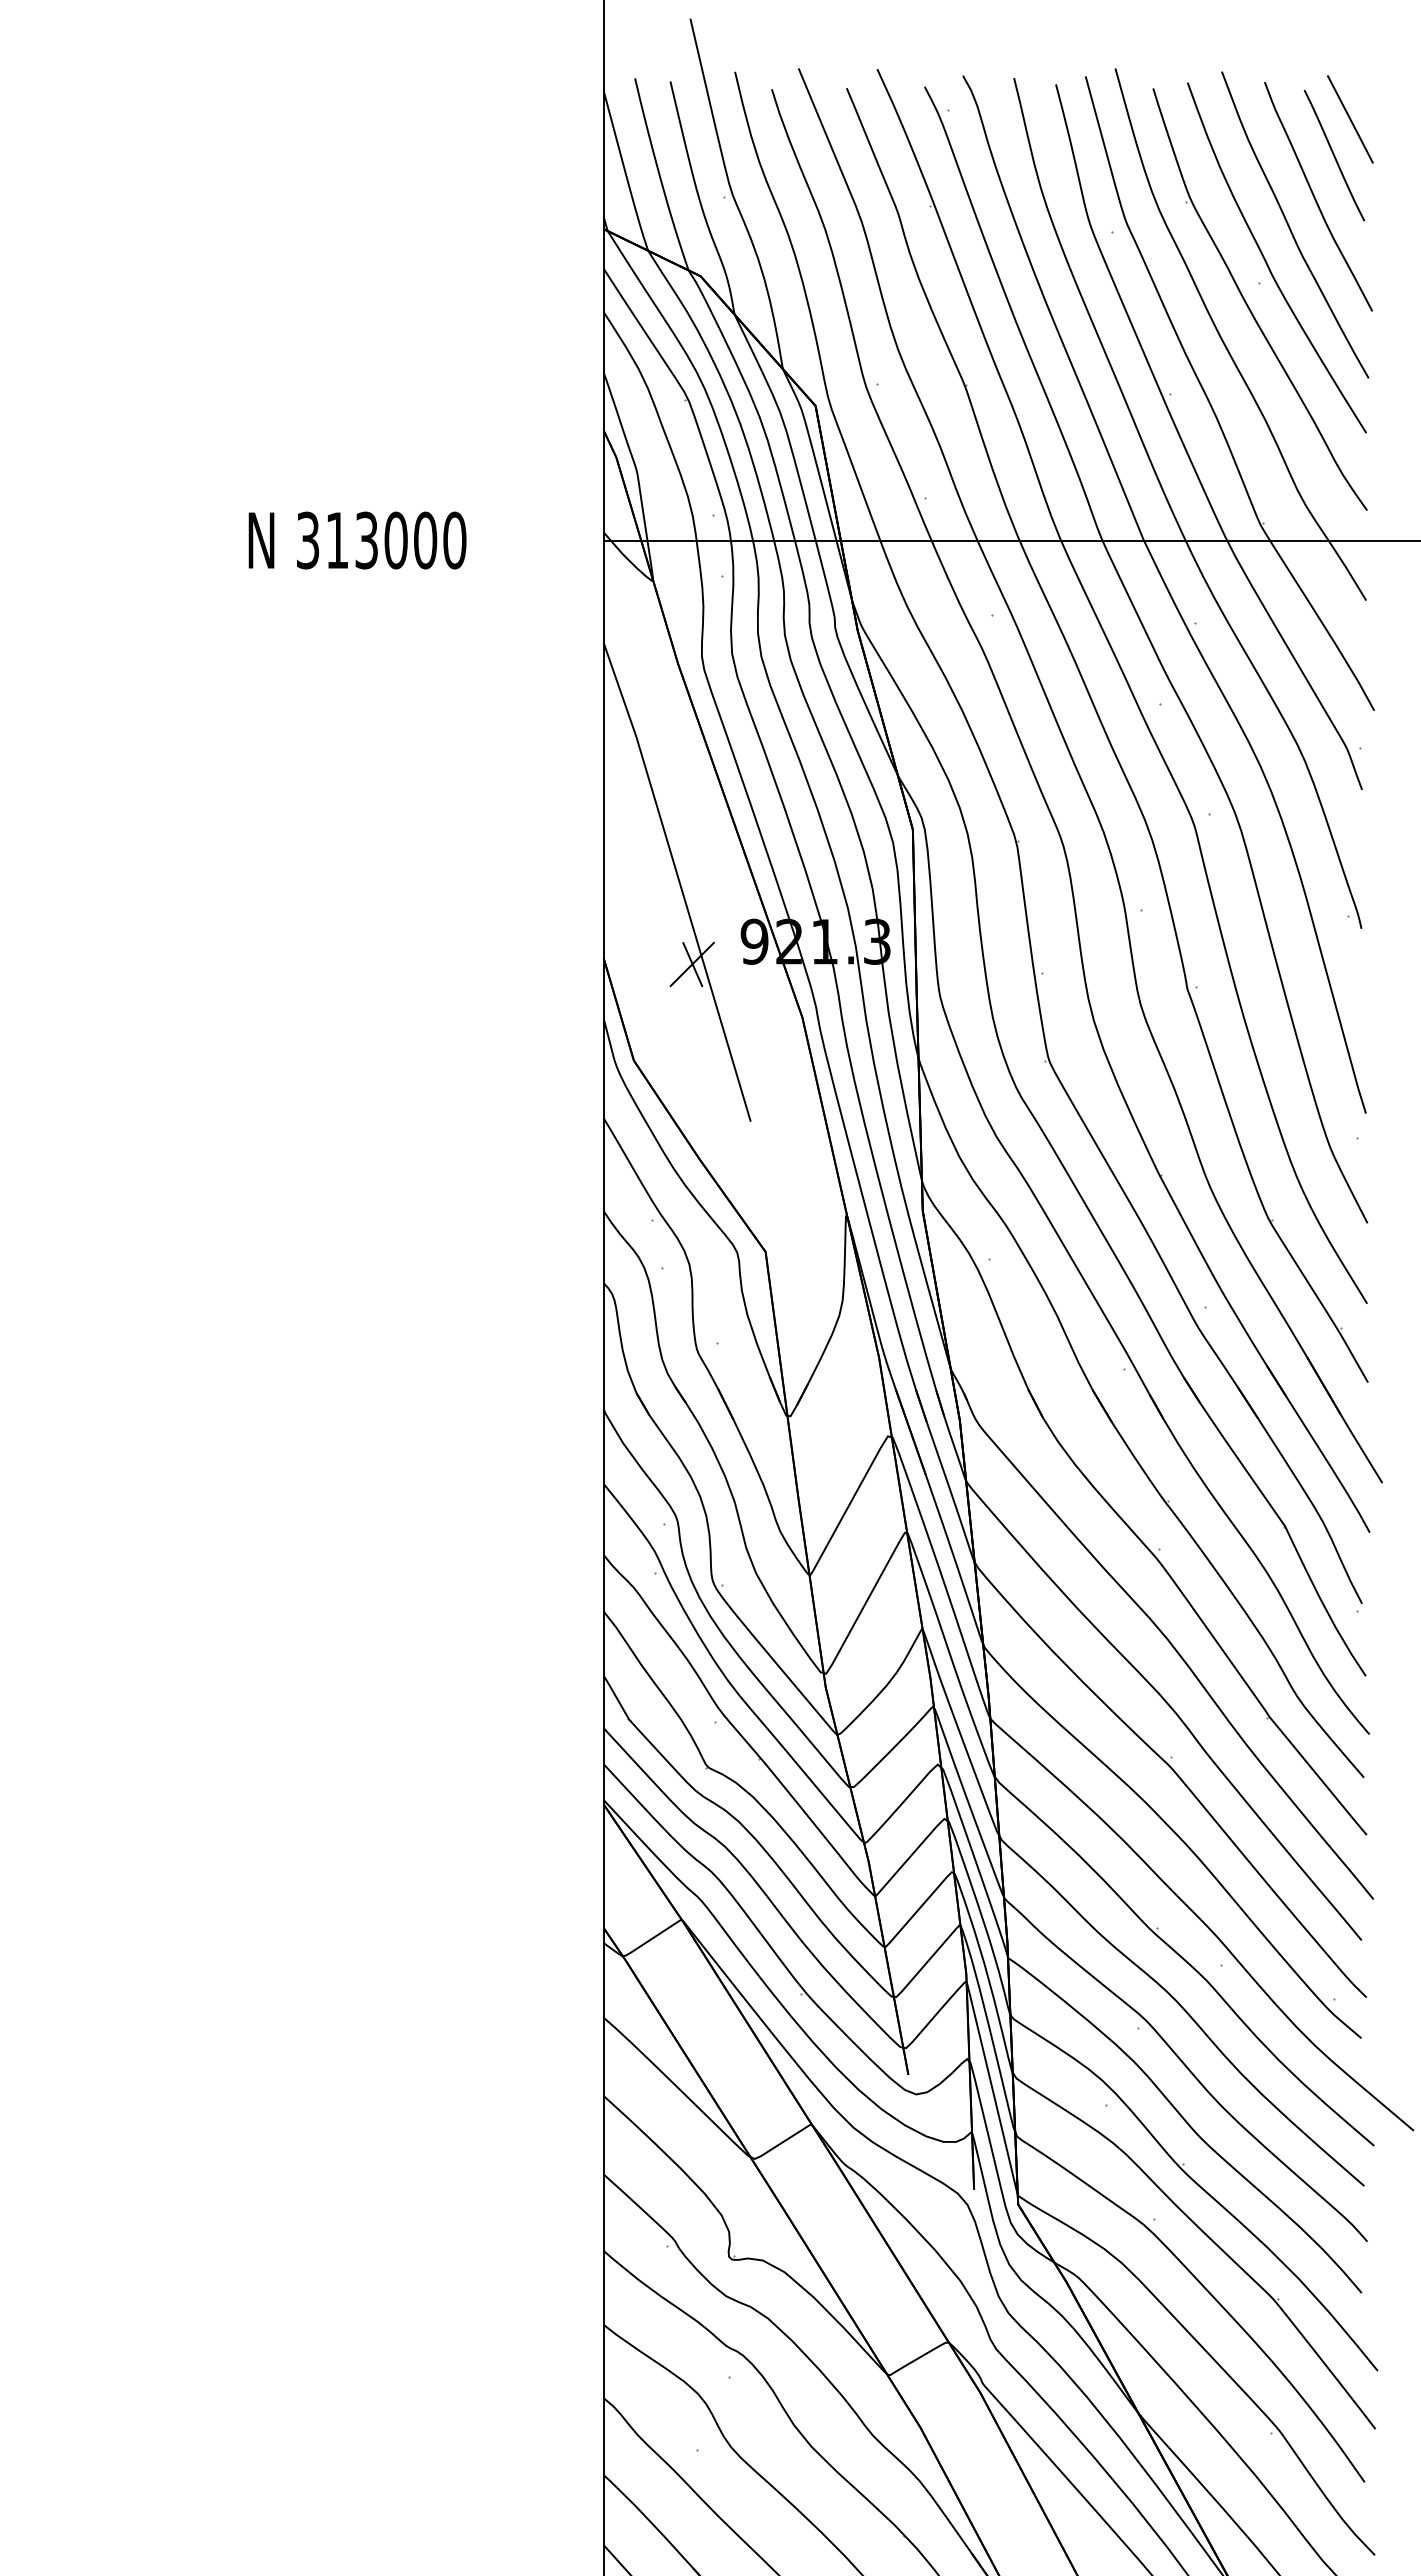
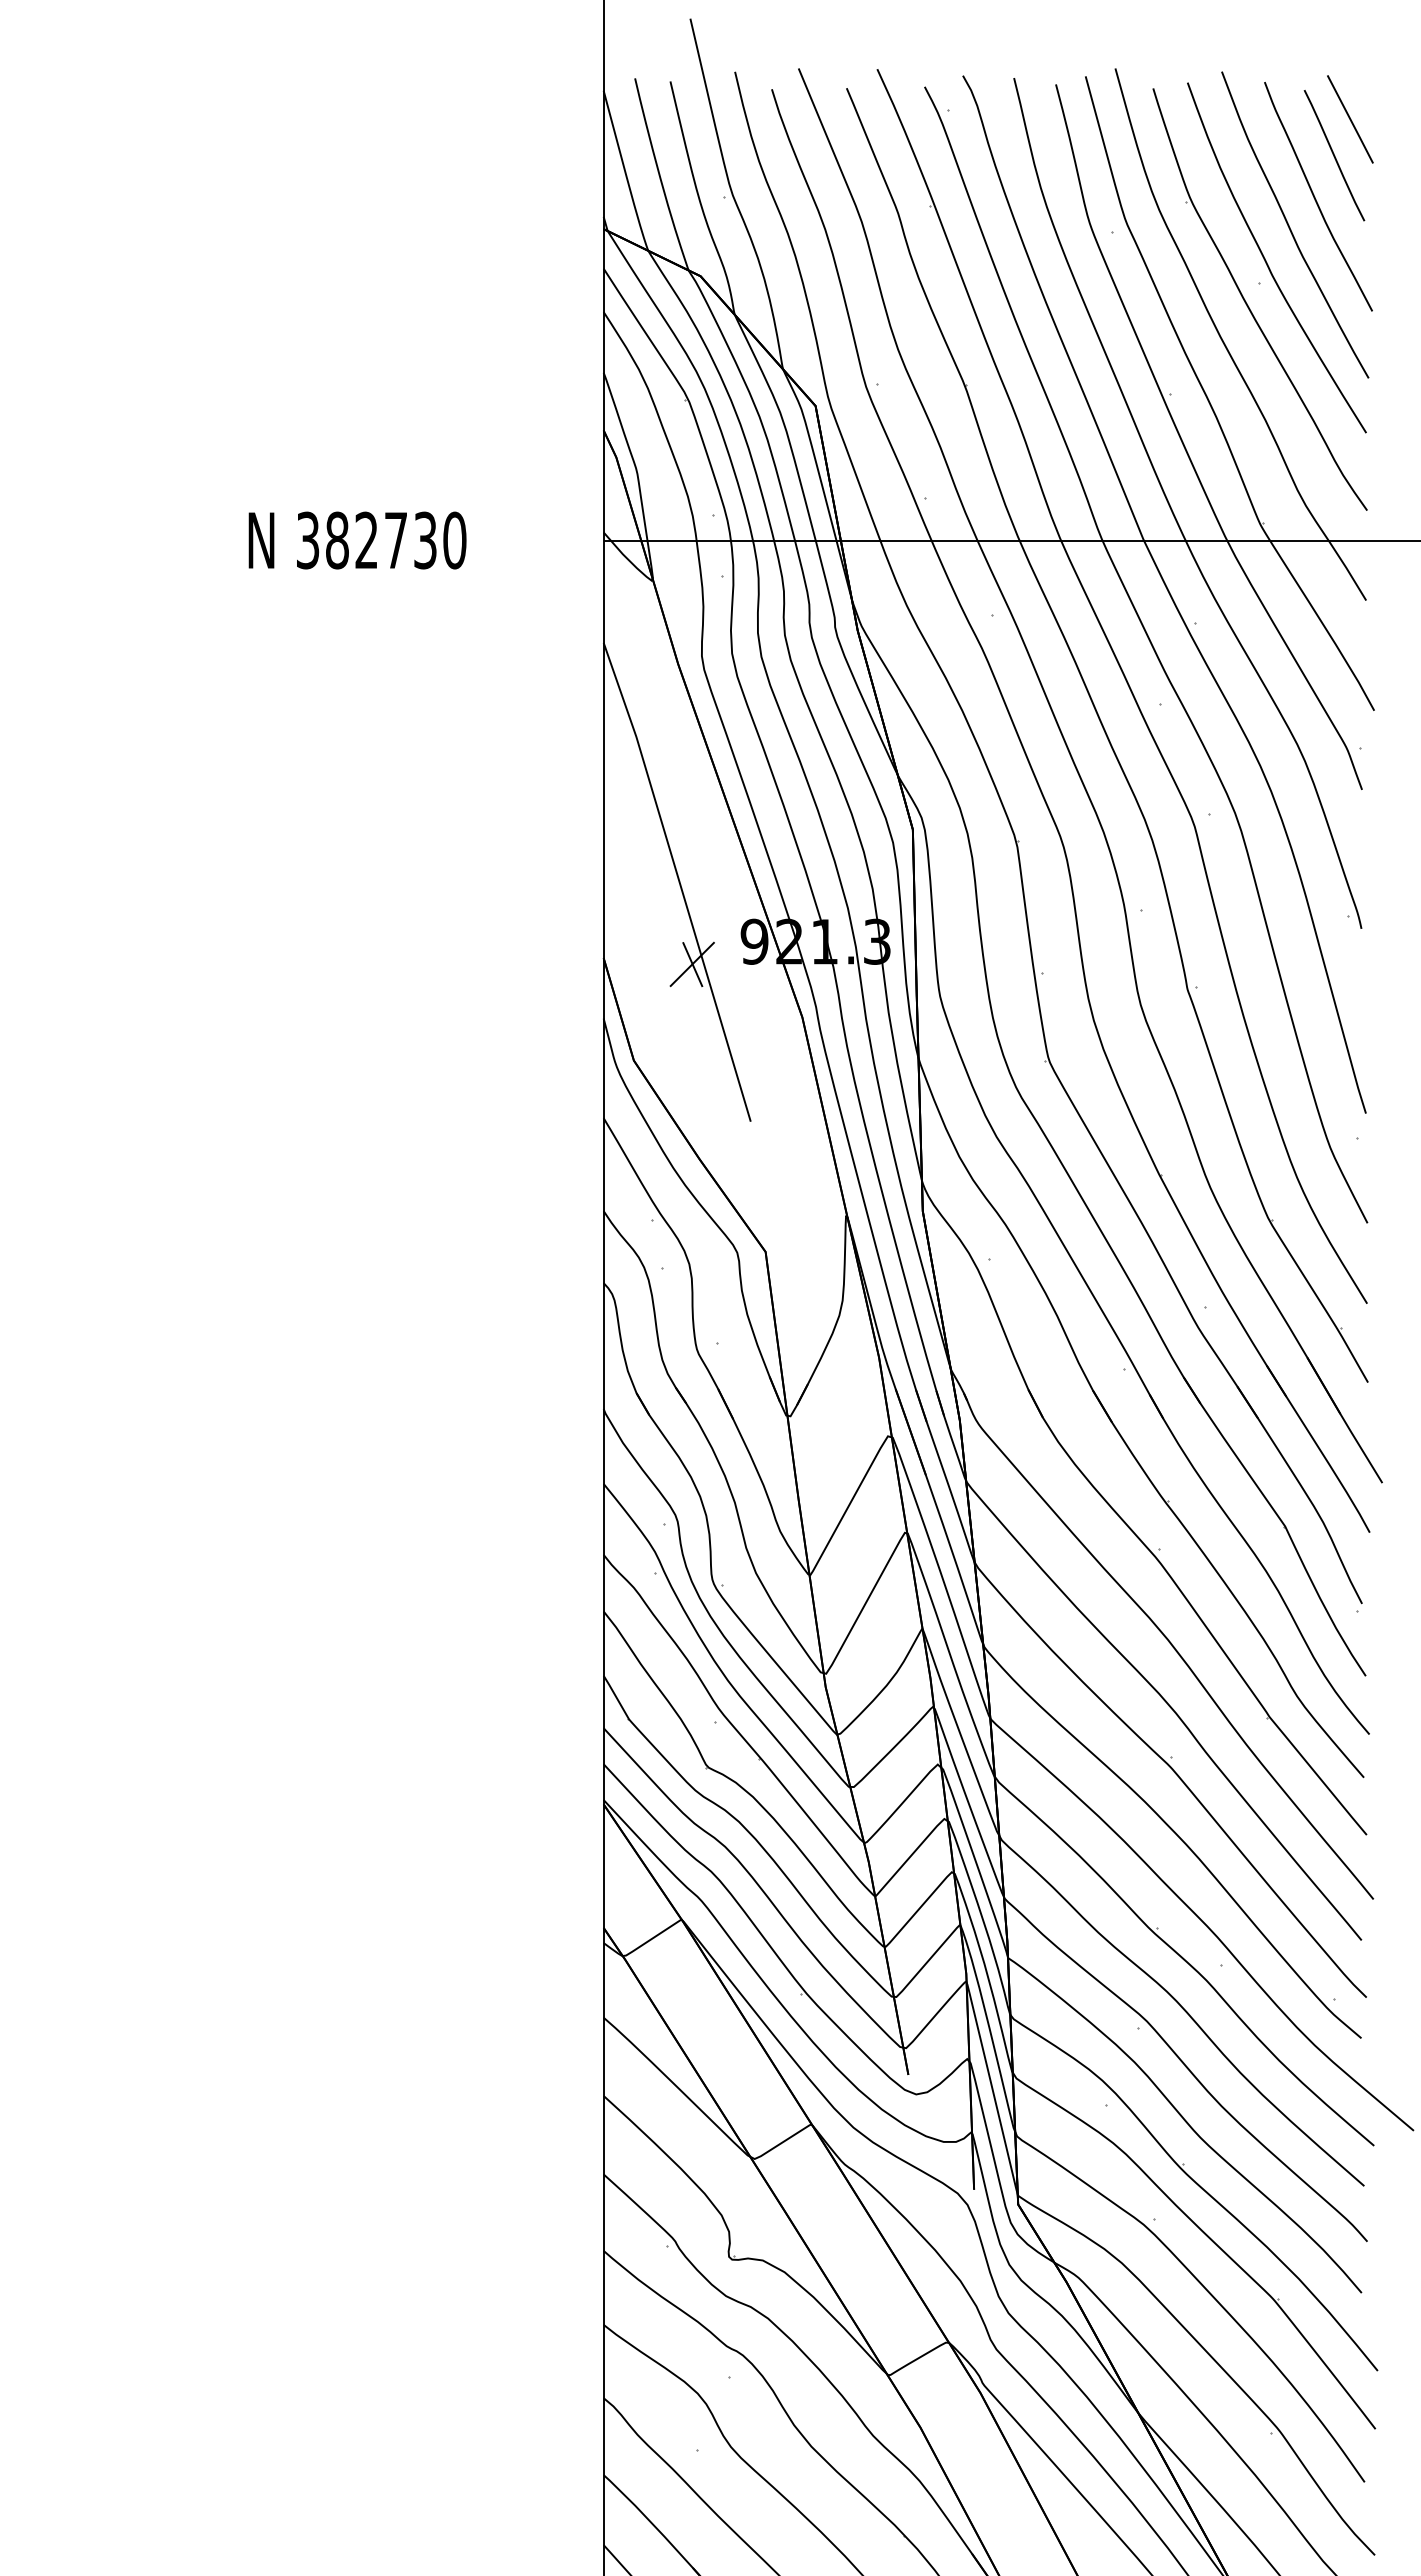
text at (381, 540): 313000 -> 382730
